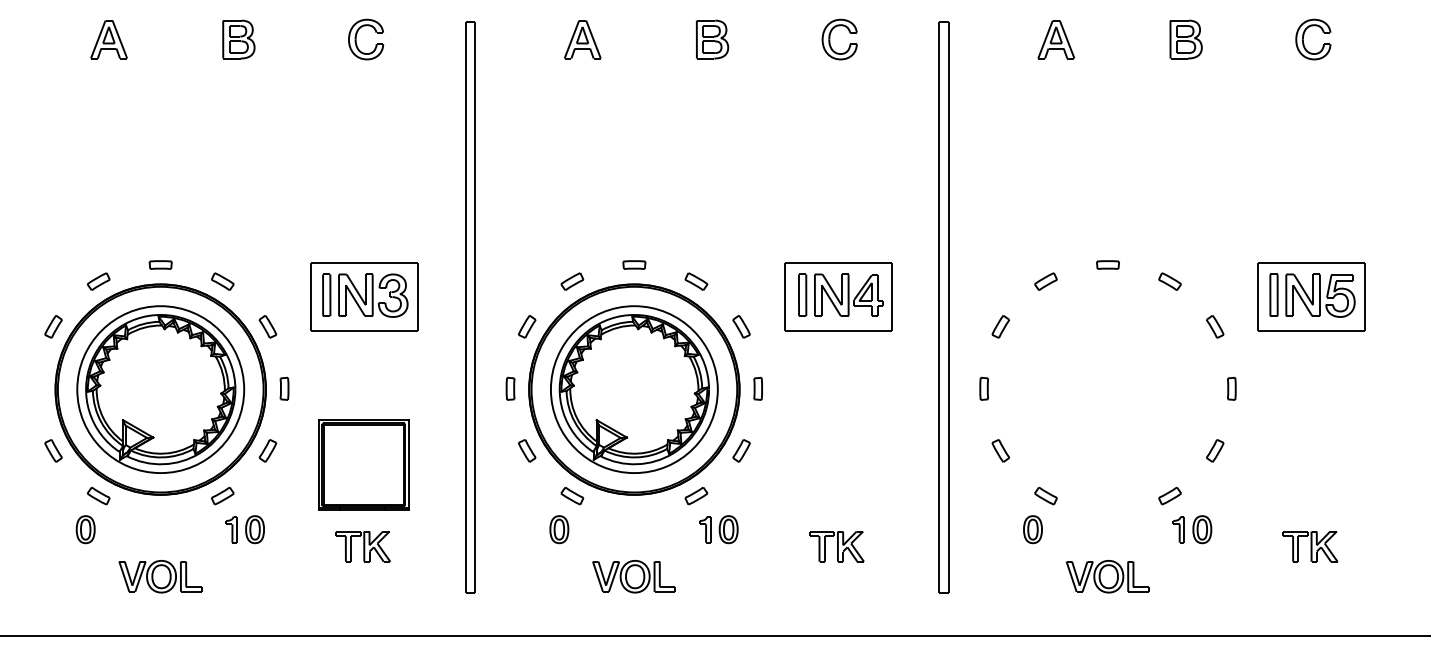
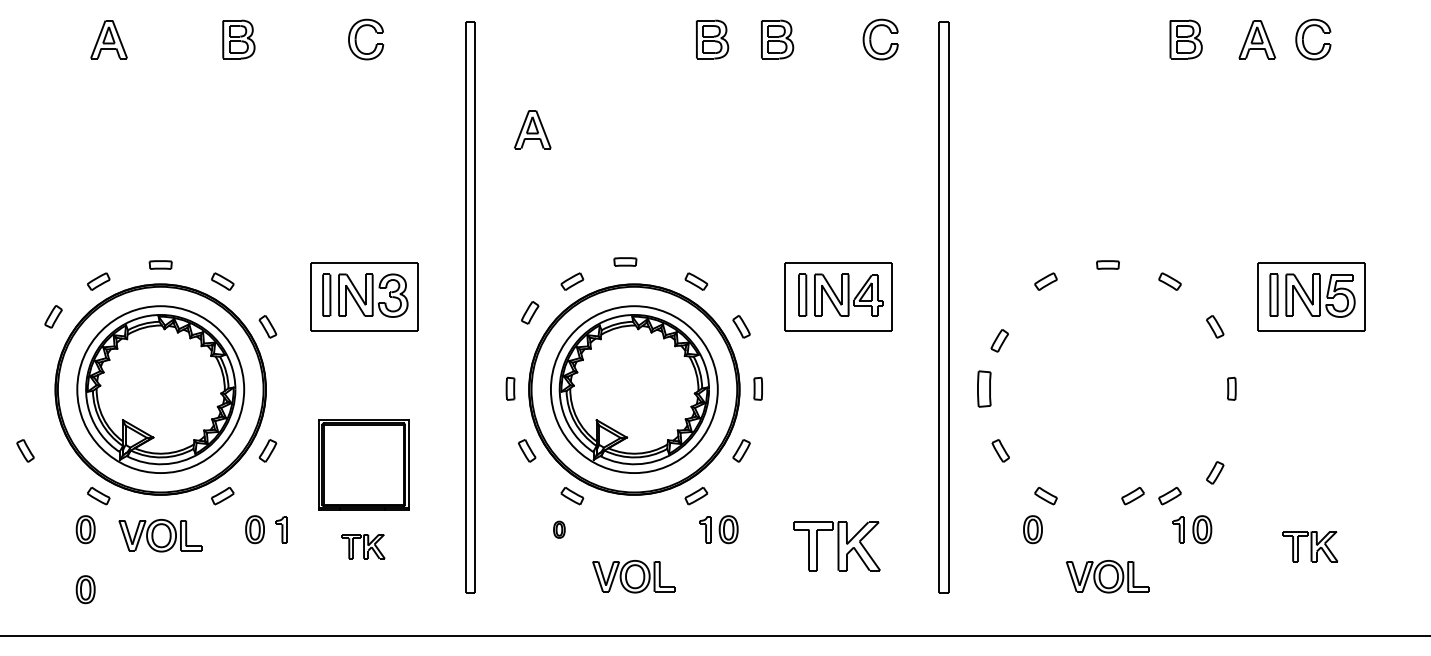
part at (582, 39) position: (582, 39) -> (532, 129)
part at (777, 39): none -> present
part at (830, 39) position: (830, 39) -> (871, 39)
part at (1056, 39) position: (1056, 39) -> (1257, 39)
part at (634, 264) position: (634, 264) -> (625, 261)
part at (53, 326) position: (53, 326) -> (53, 316)
part at (527, 326) position: (527, 326) -> (530, 312)
part at (1000, 326) position: (1000, 326) -> (999, 340)
part at (284, 388): present -> none
part at (983, 388) size: 10x25 px -> 15x38 px
part at (53, 450) position: (53, 450) -> (25, 450)
part at (1215, 450) position: (1215, 450) -> (1215, 472)
part at (1132, 495): none -> present
part at (231, 529) position: (231, 529) -> (281, 529)
part at (559, 529) size: 21x30 px -> 13x19 px
part at (362, 546) size: 56x32 px -> 45x26 px
part at (836, 546) size: 56x32 px -> 88x51 px
part at (160, 576) position: (160, 576) -> (160, 535)
part at (85, 589): none -> present
